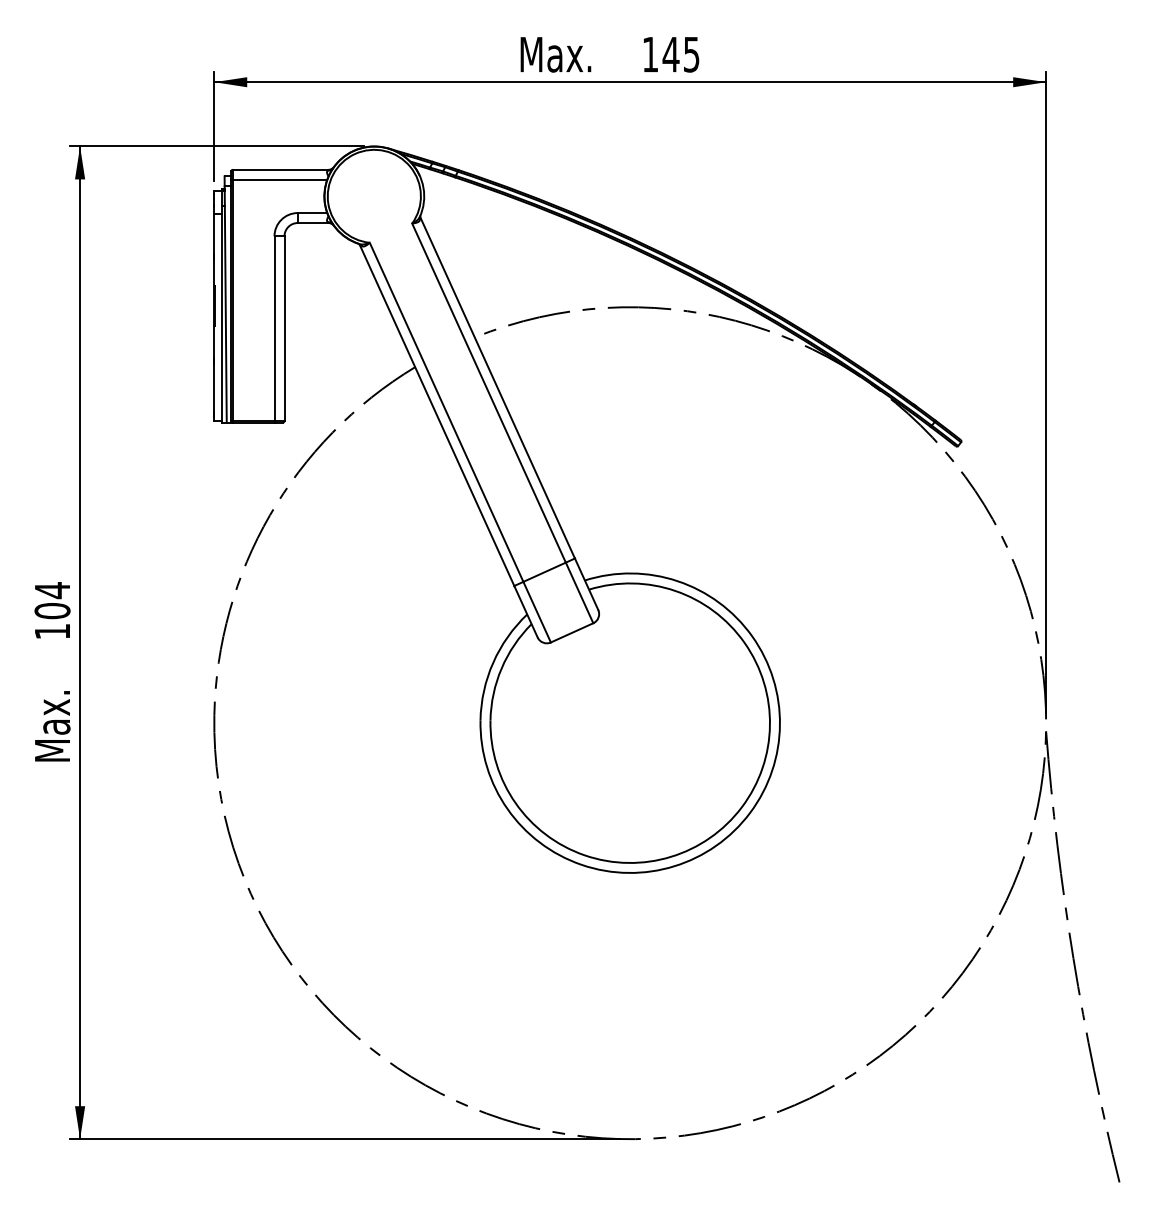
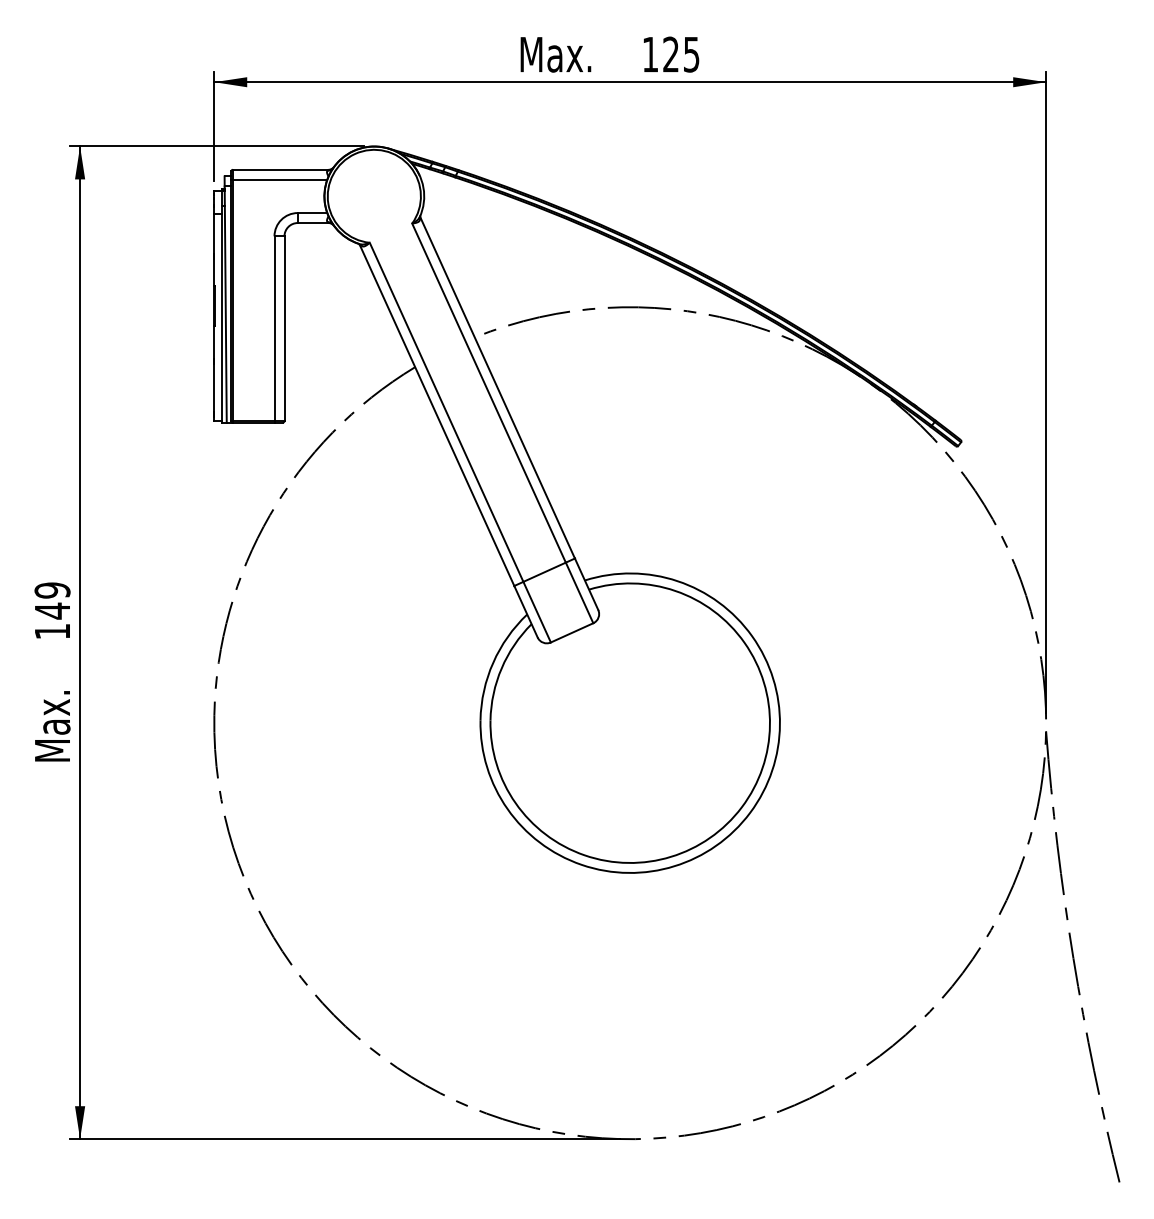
text at (670, 54): 145 -> 125
text at (52, 600): 104 -> 149
